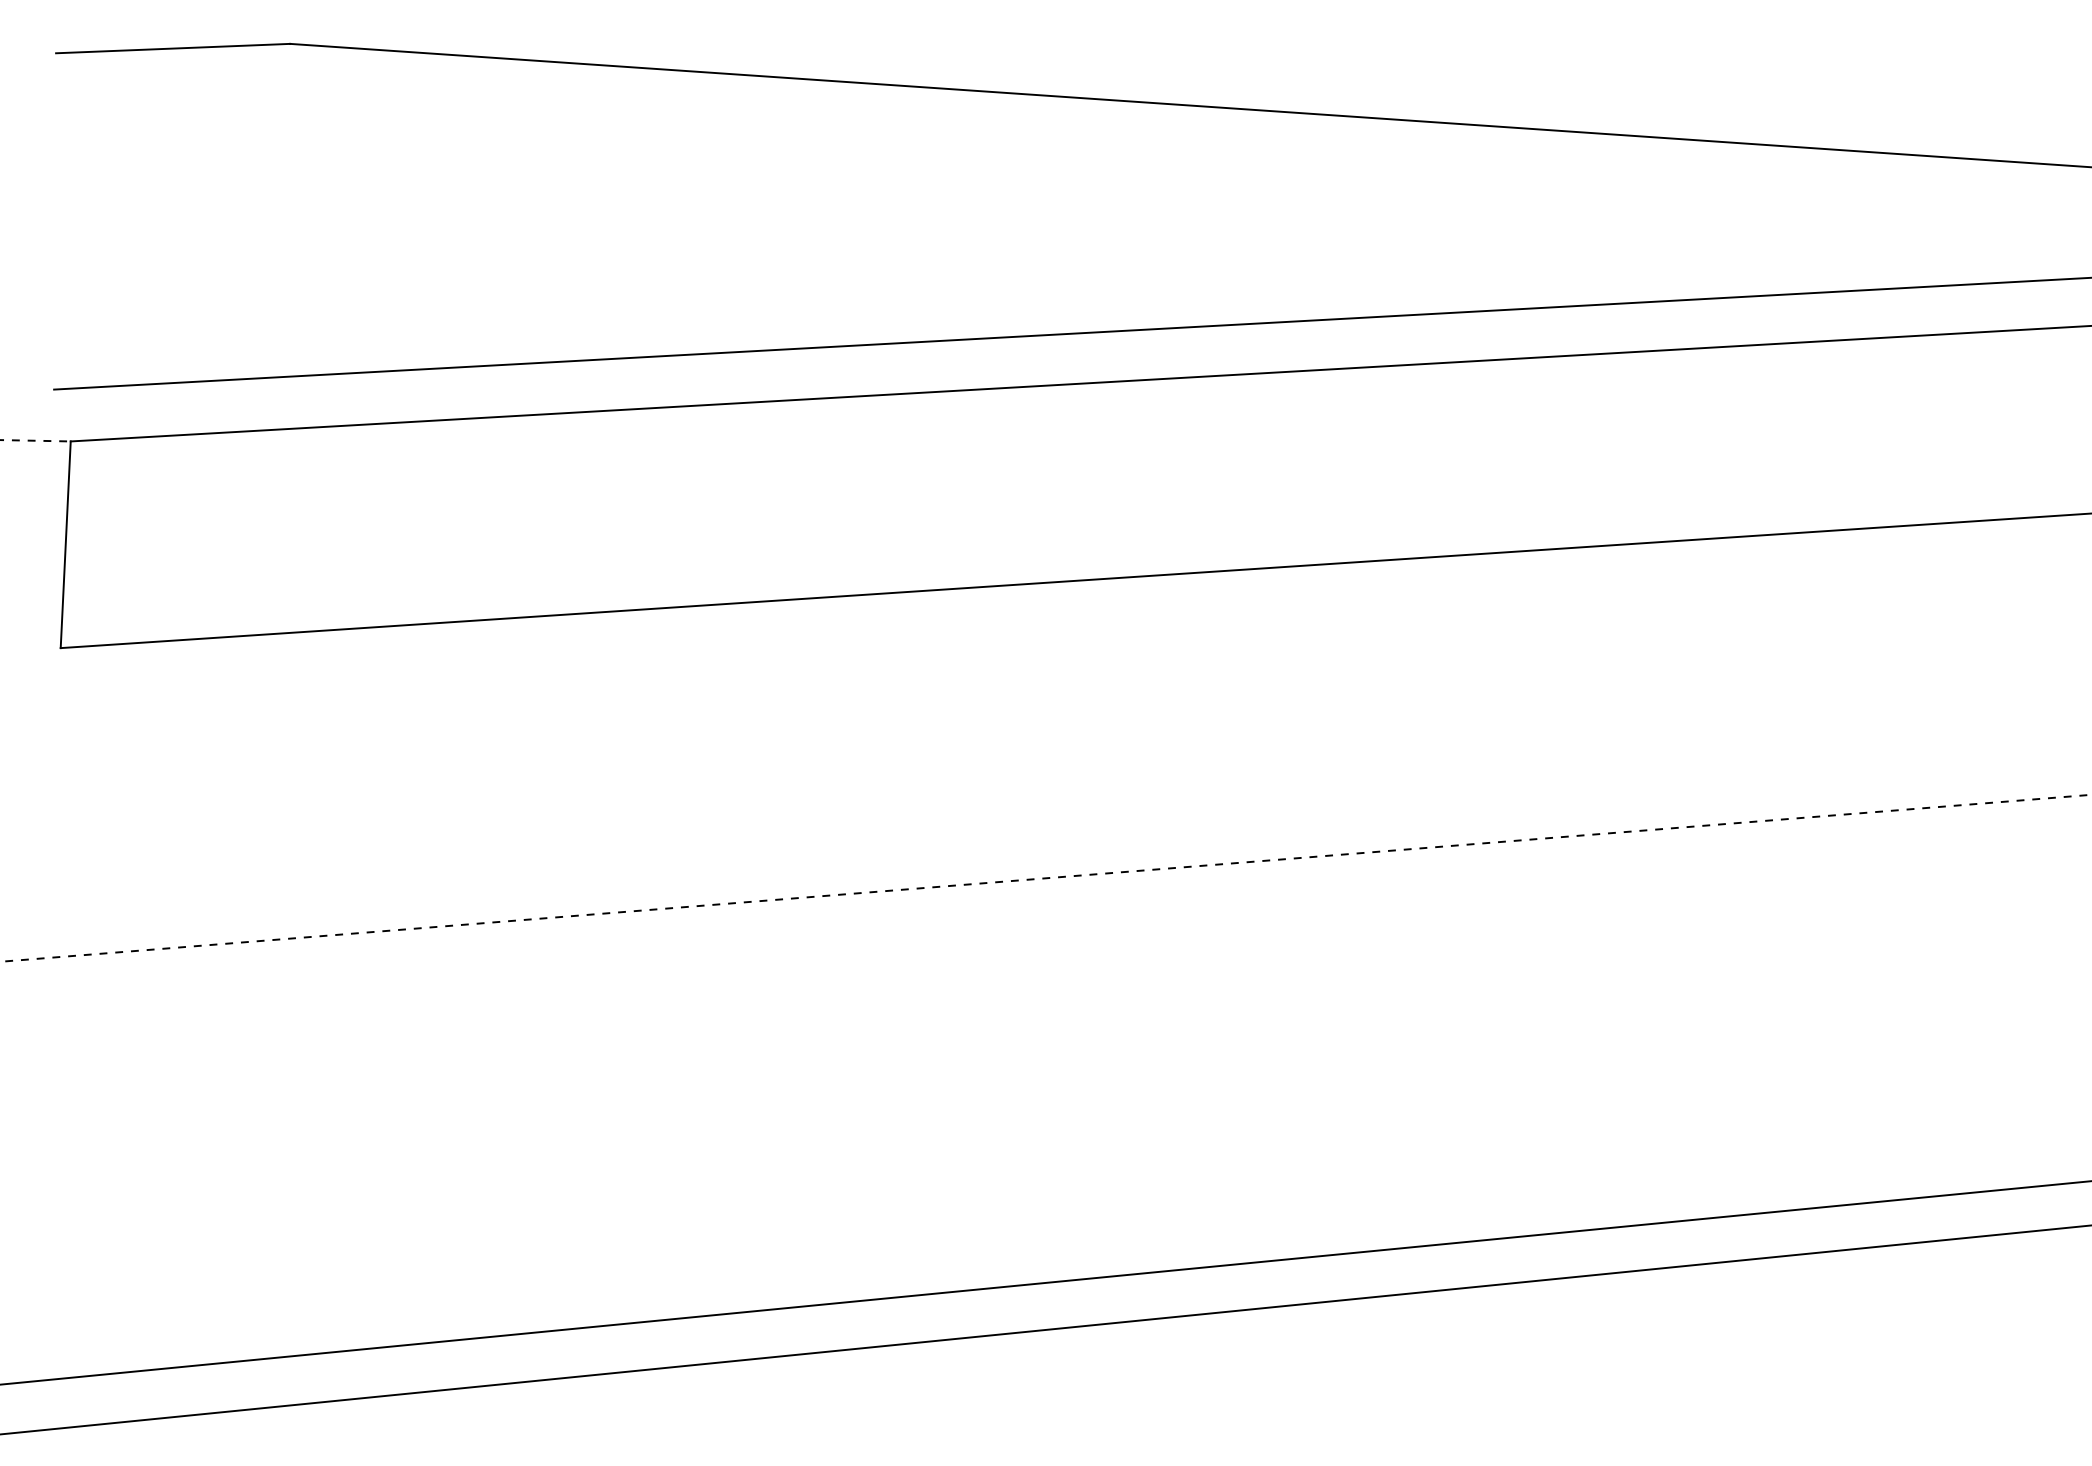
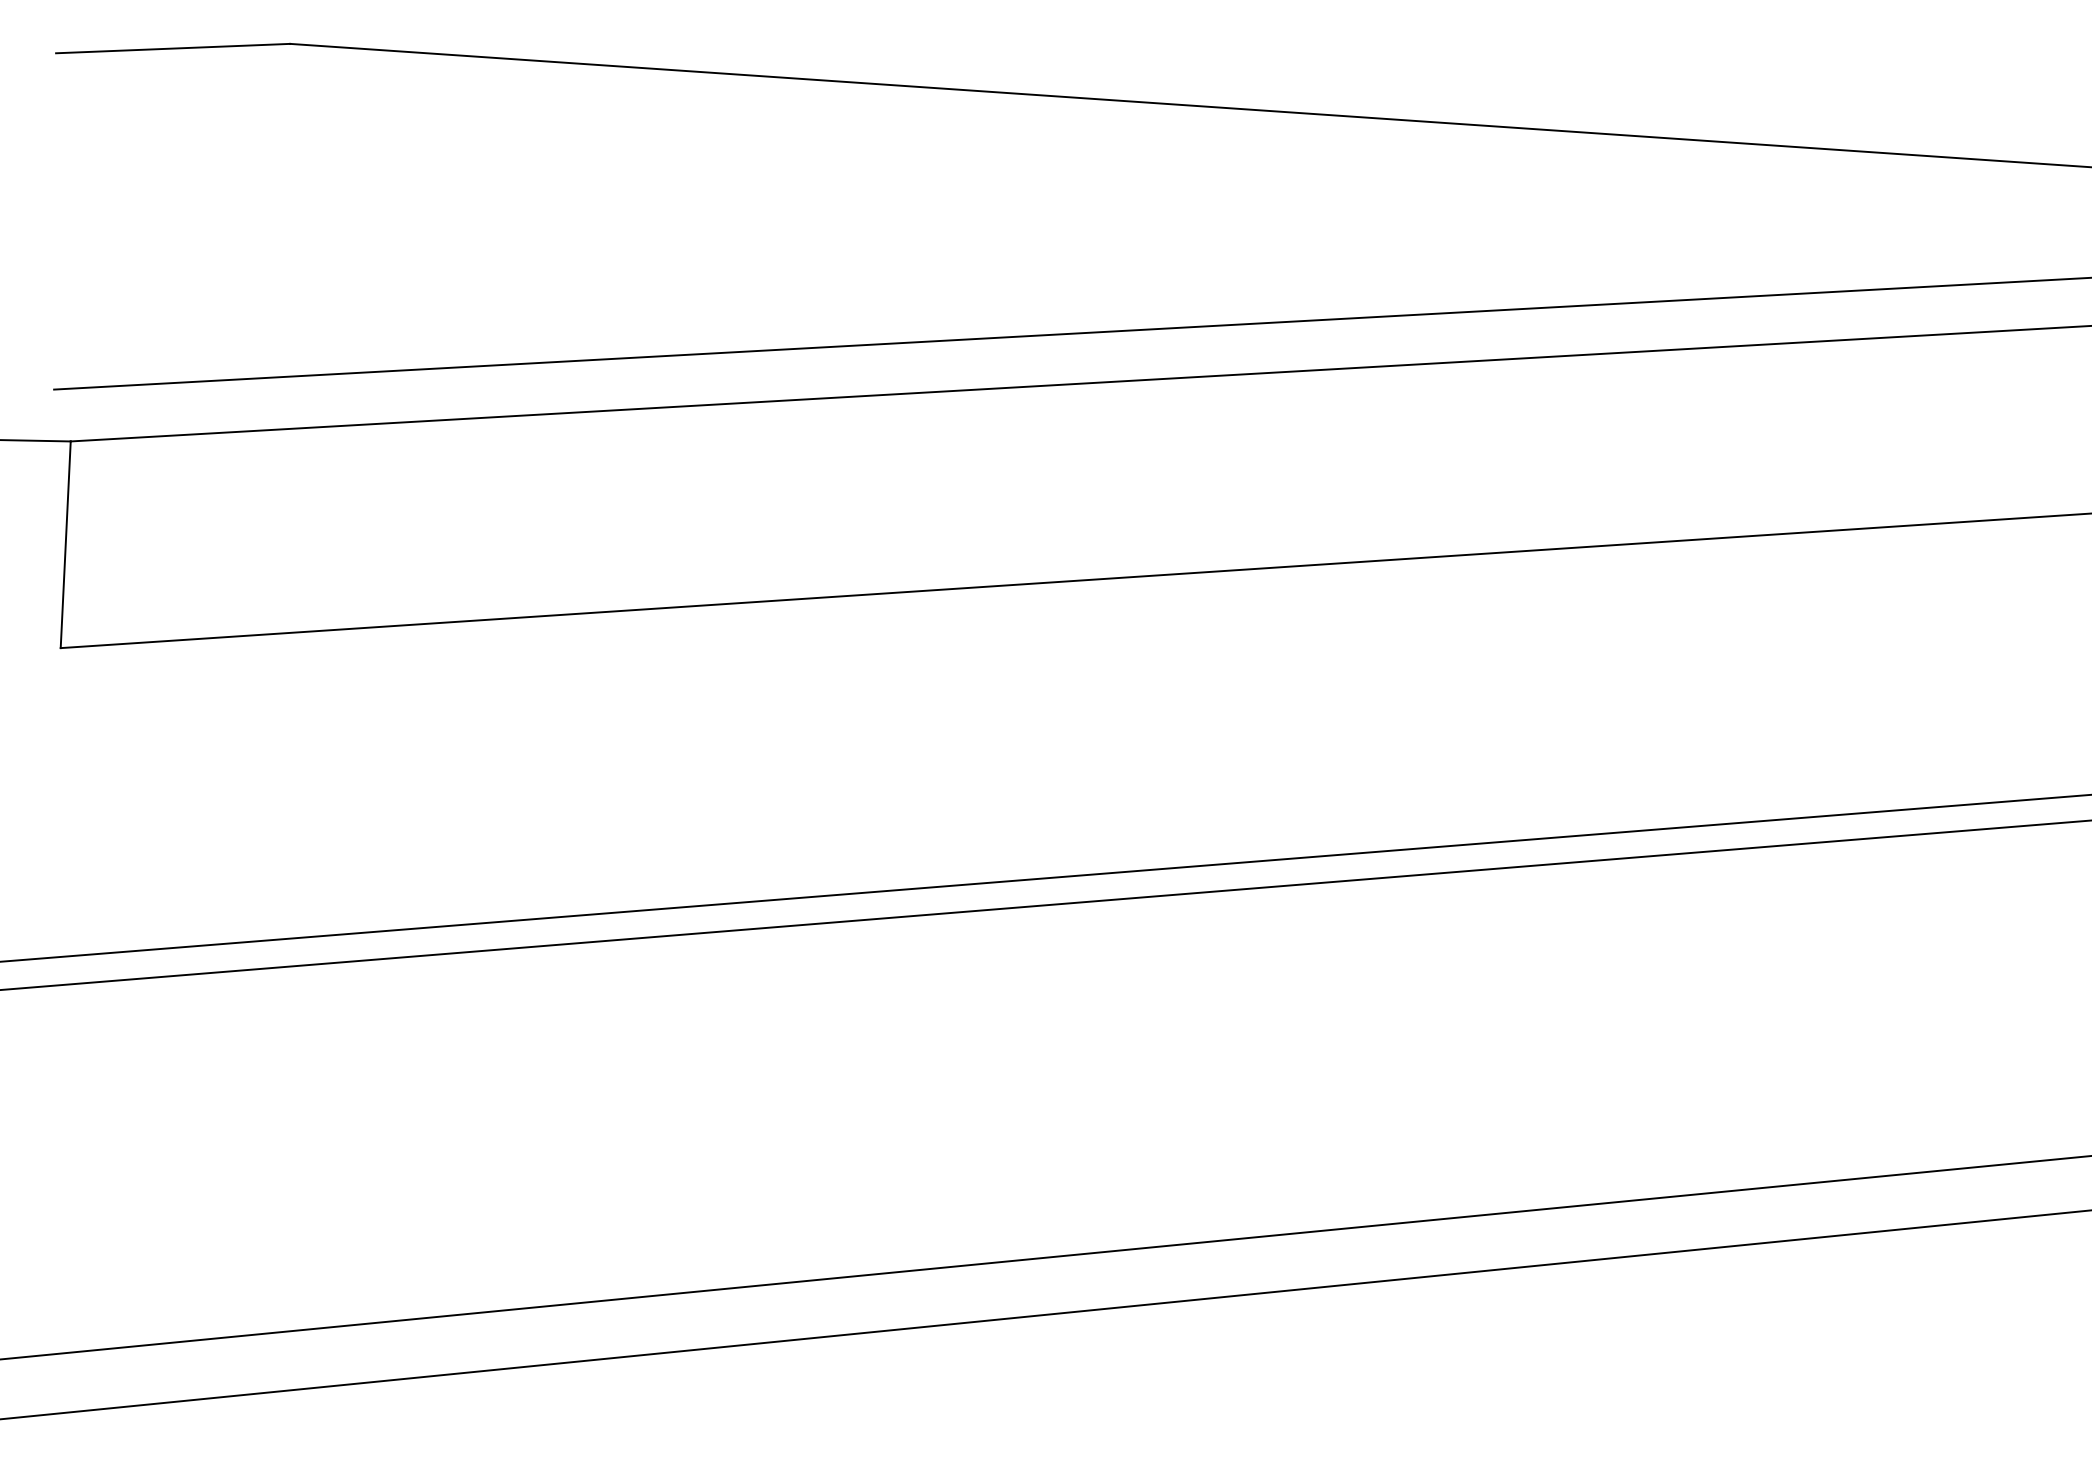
line at (35, 440): dashed -> solid
line at (1045, 878): dashed -> solid
line at (1045, 904): none -> present
line at (1045, 1282) position: (1045, 1282) -> (1045, 1257)
line at (1045, 1329) position: (1045, 1329) -> (1045, 1314)
